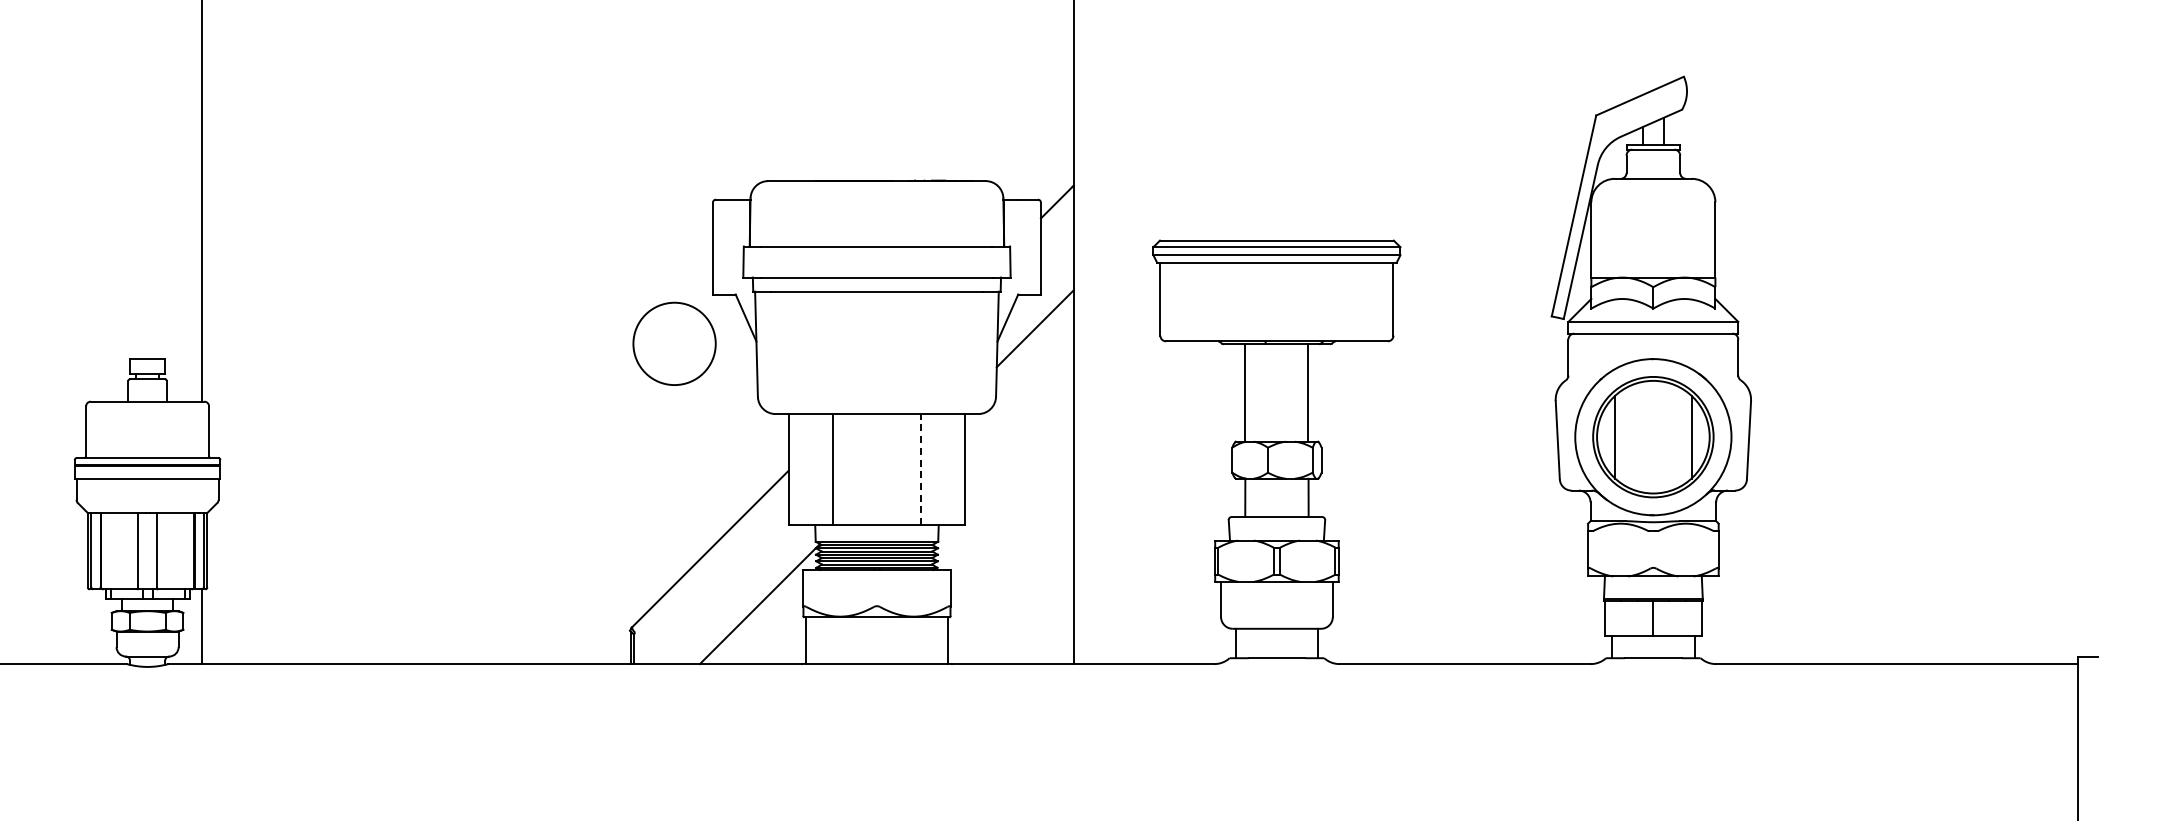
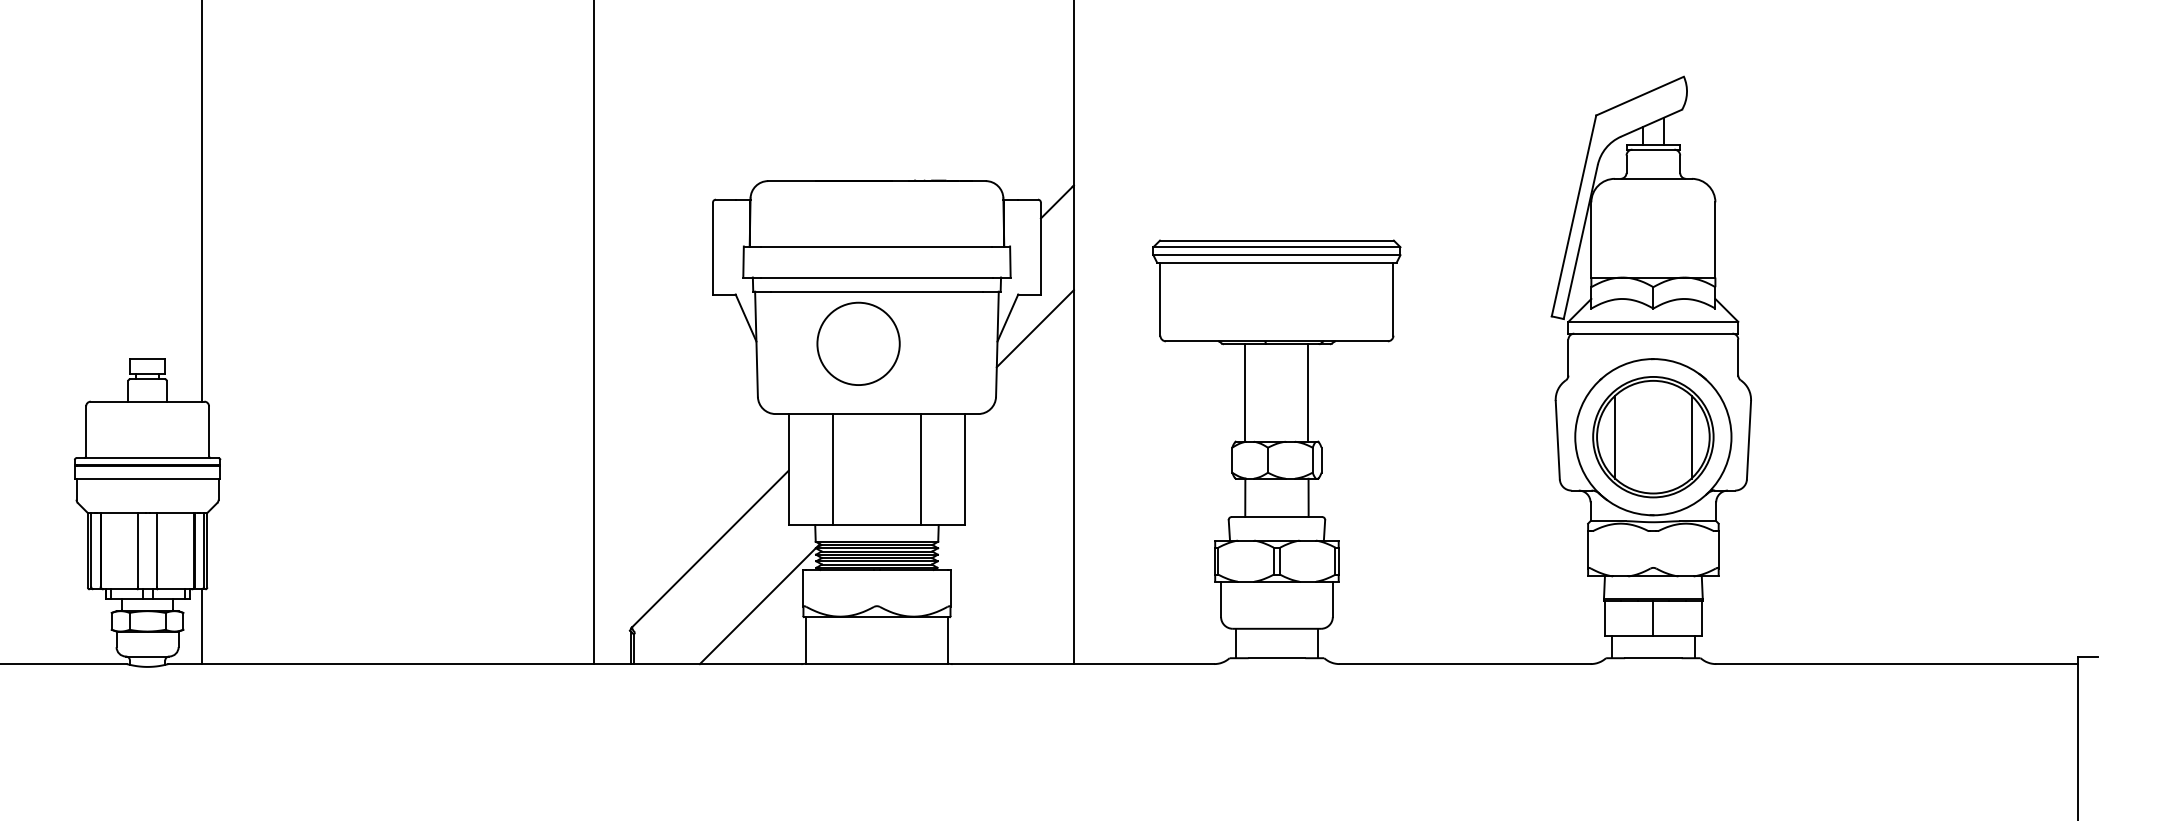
line at (593, 333): none -> present
circle at (674, 343) position: (674, 343) -> (858, 343)
line at (921, 469): dashed -> solid
